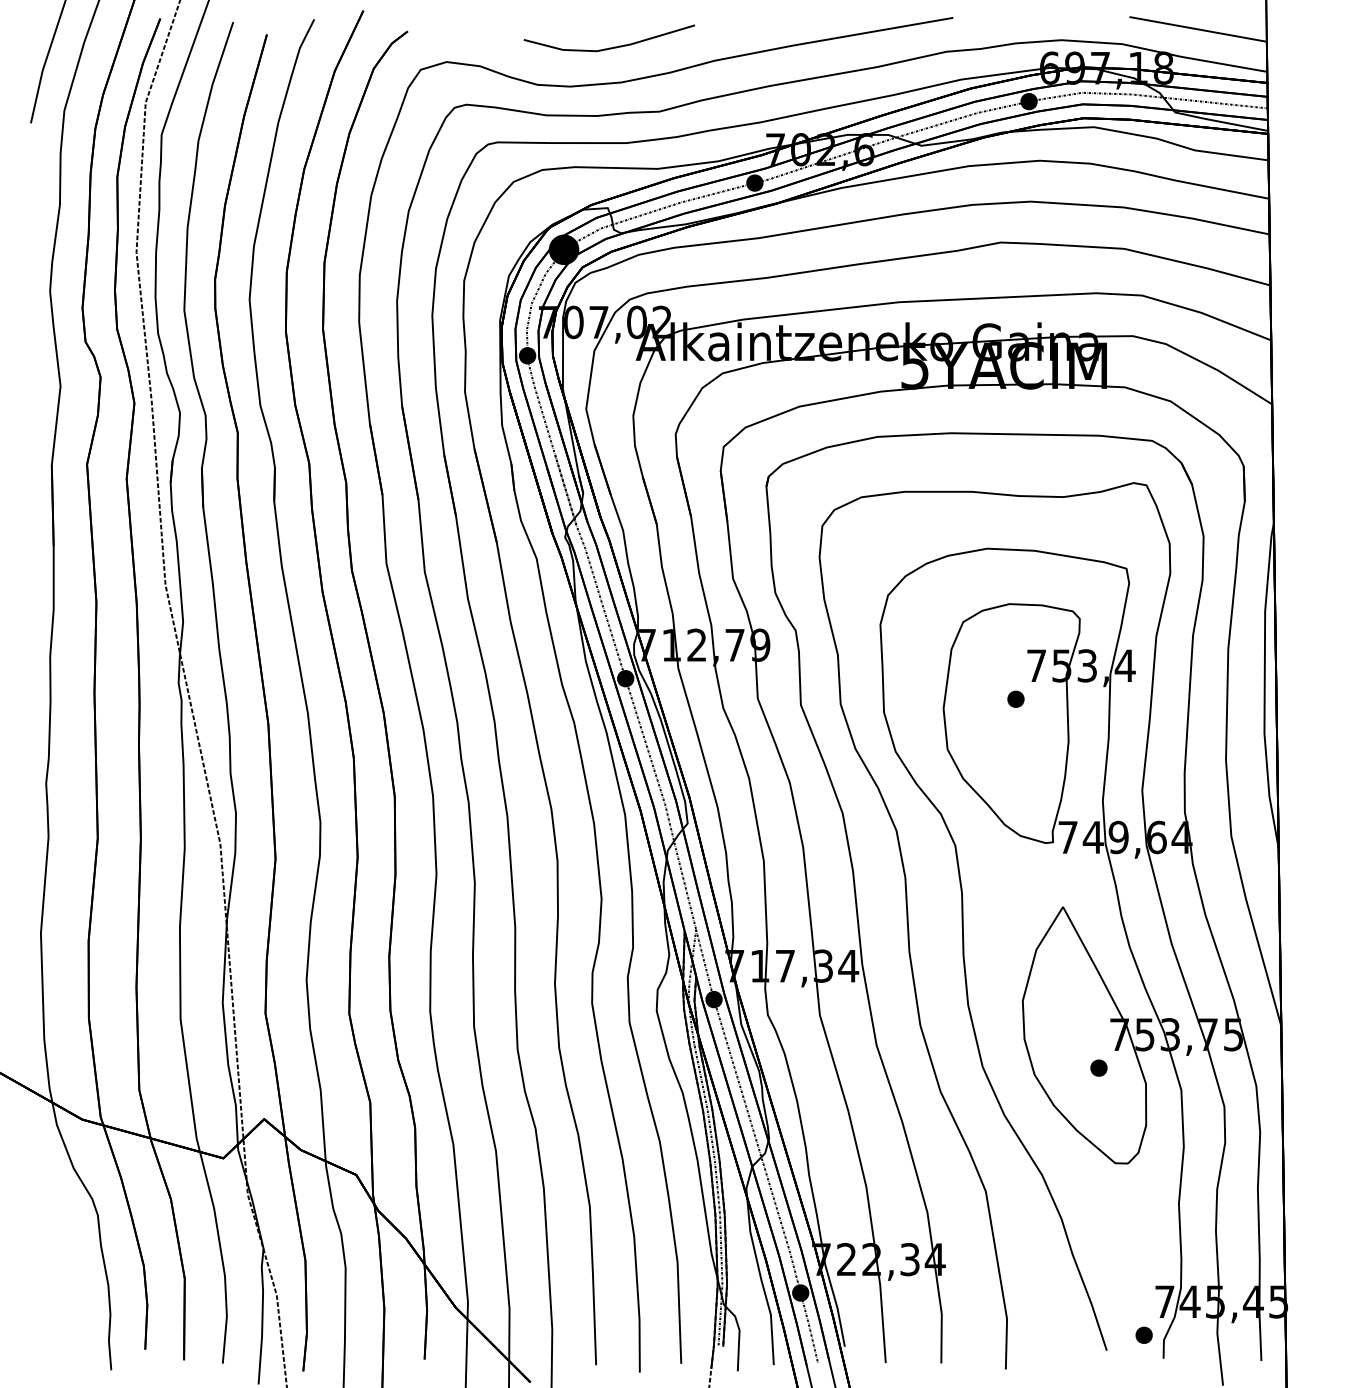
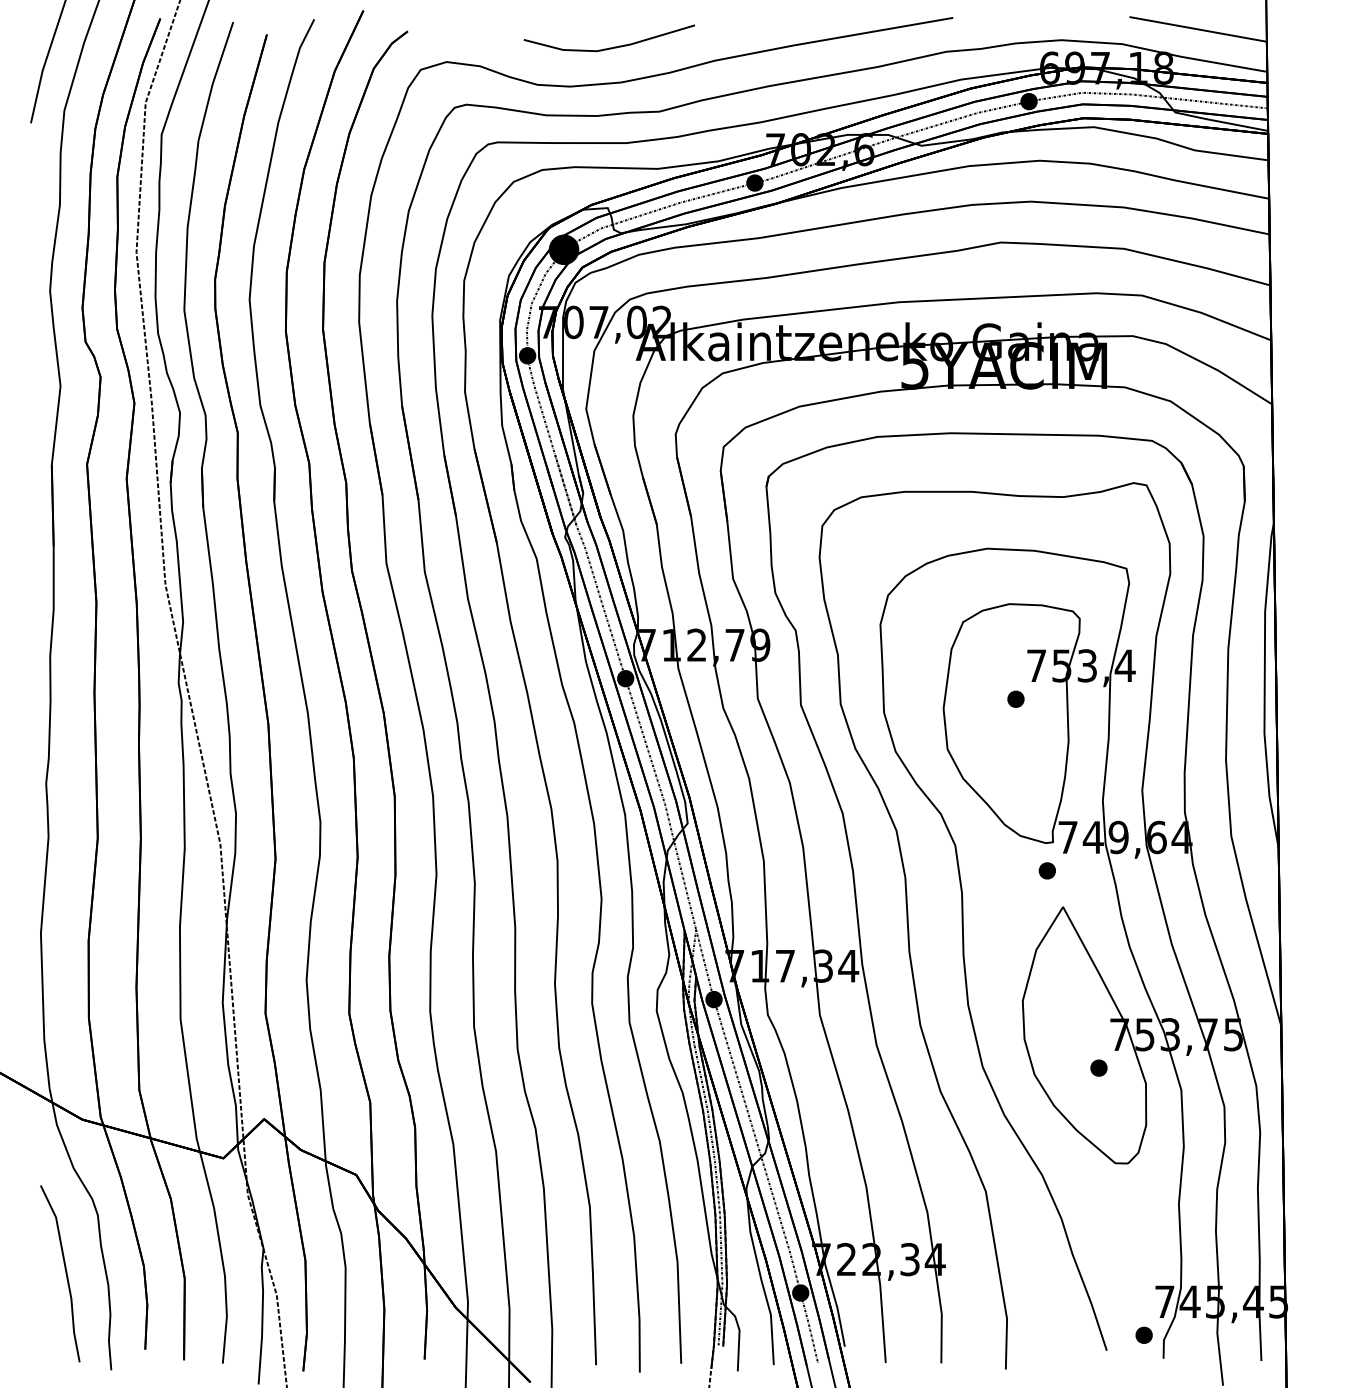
part at (1046, 870): none -> present
part at (60, 1273): none -> present
